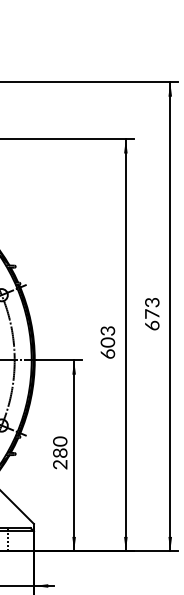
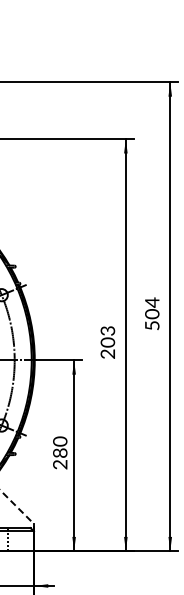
text at (152, 313): 673 -> 504
text at (107, 353): 603 -> 203
line at (17, 507): solid -> dashed
